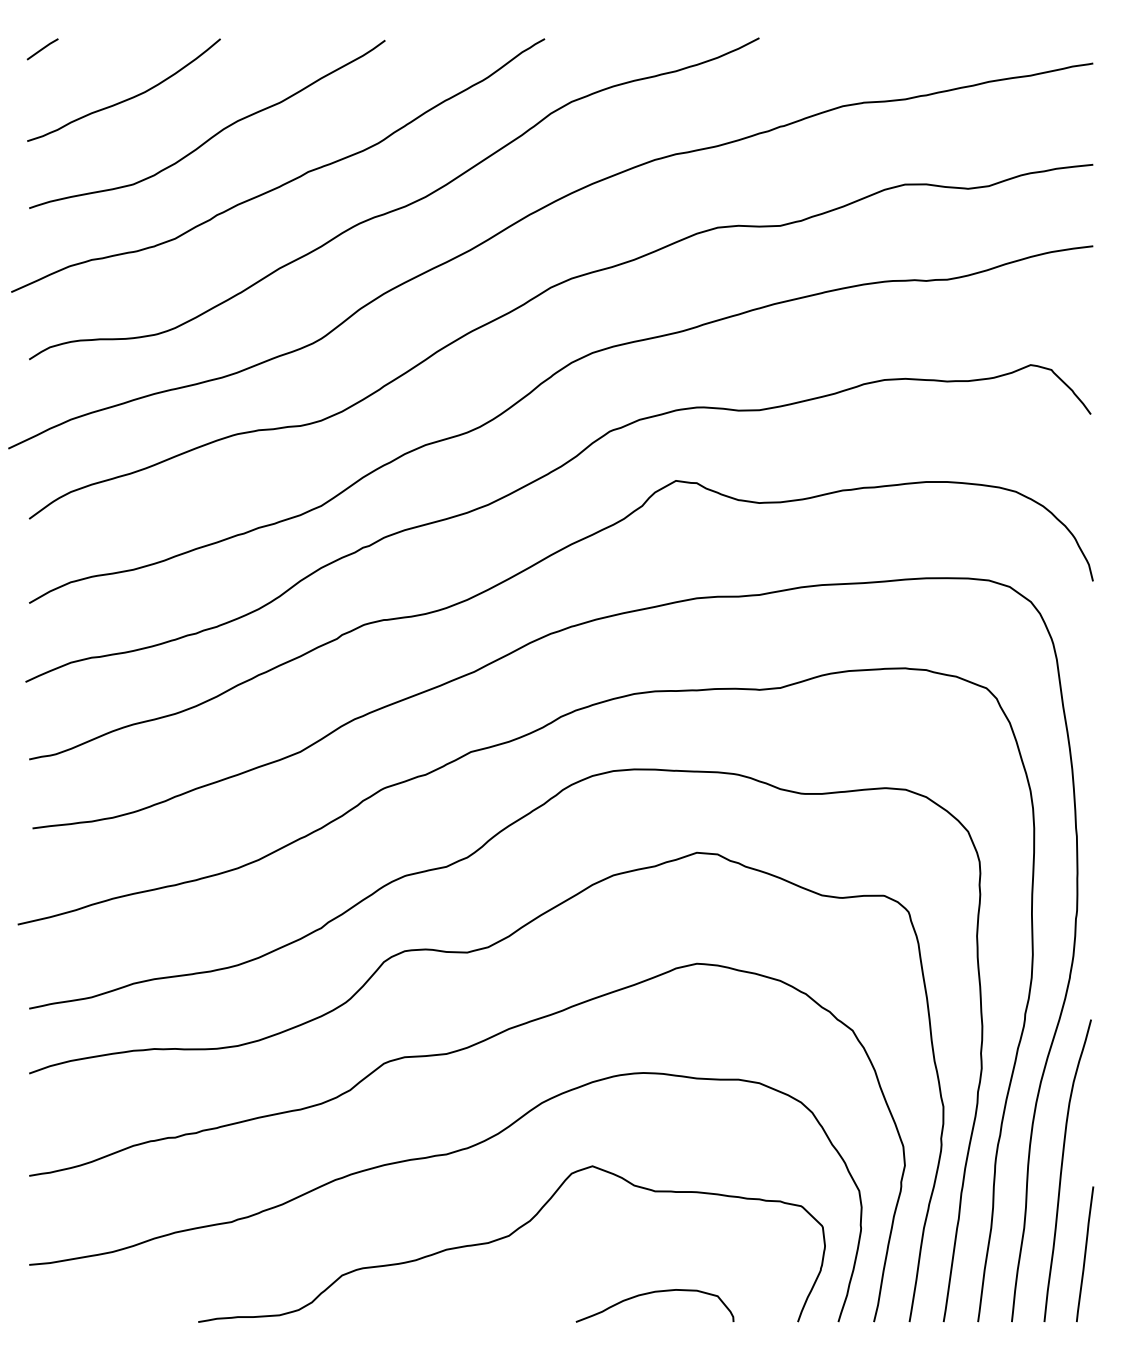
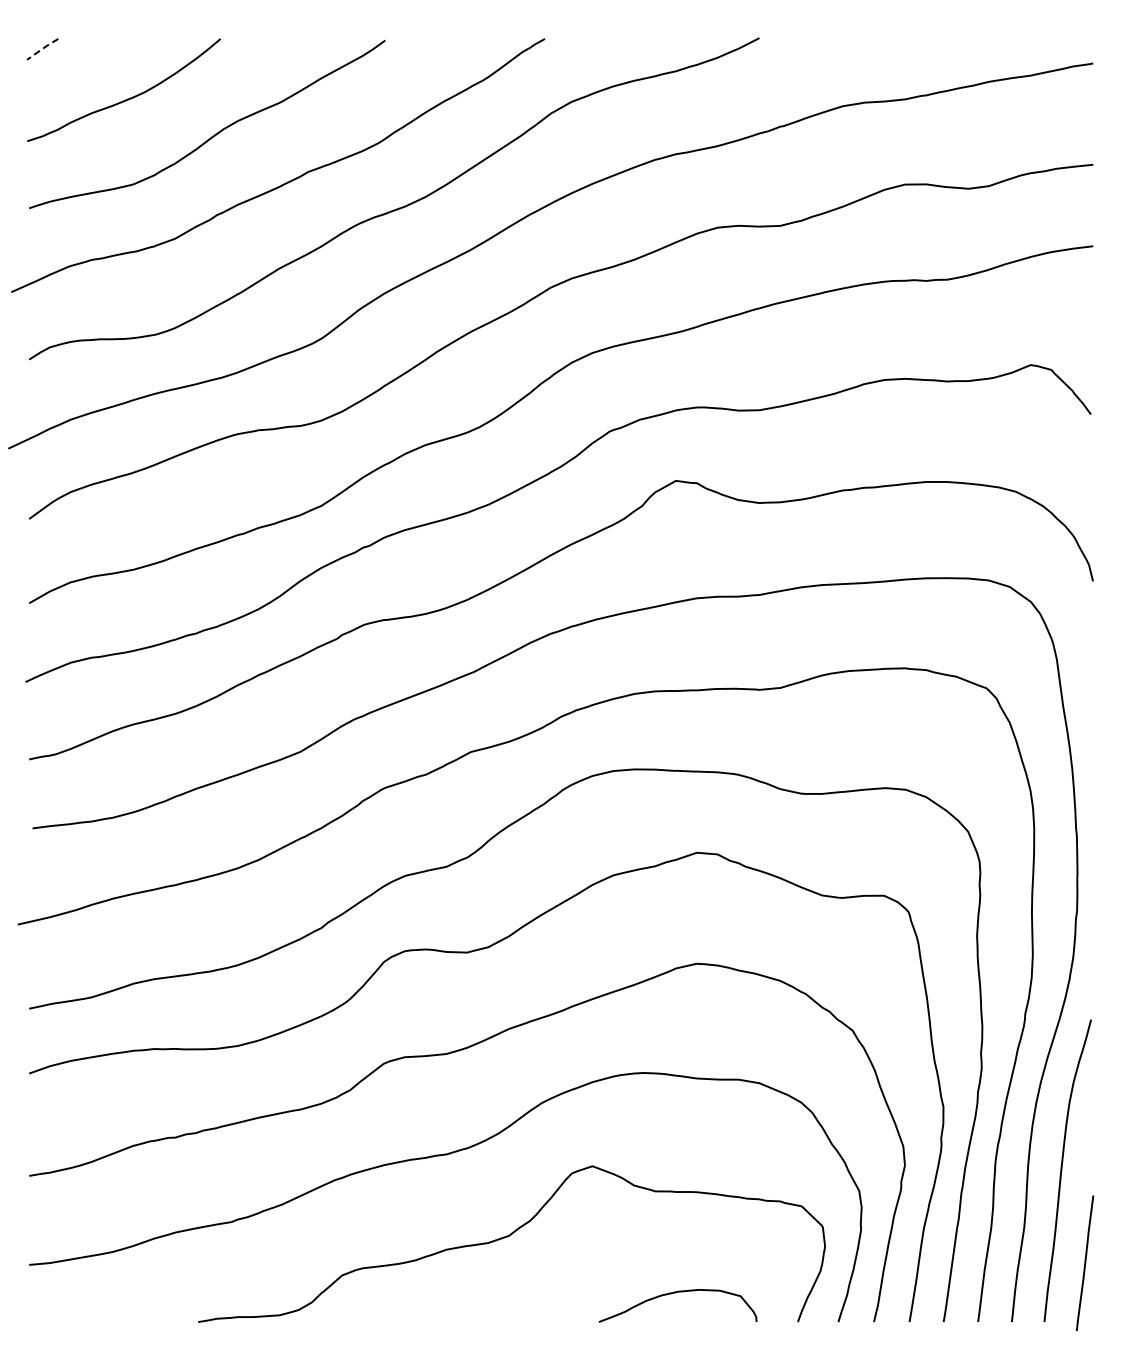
line at (42, 49): solid -> dashed
line at (1085, 1254) position: (1085, 1254) -> (1085, 1263)
curve at (652, 1293) position: (652, 1293) -> (675, 1293)
